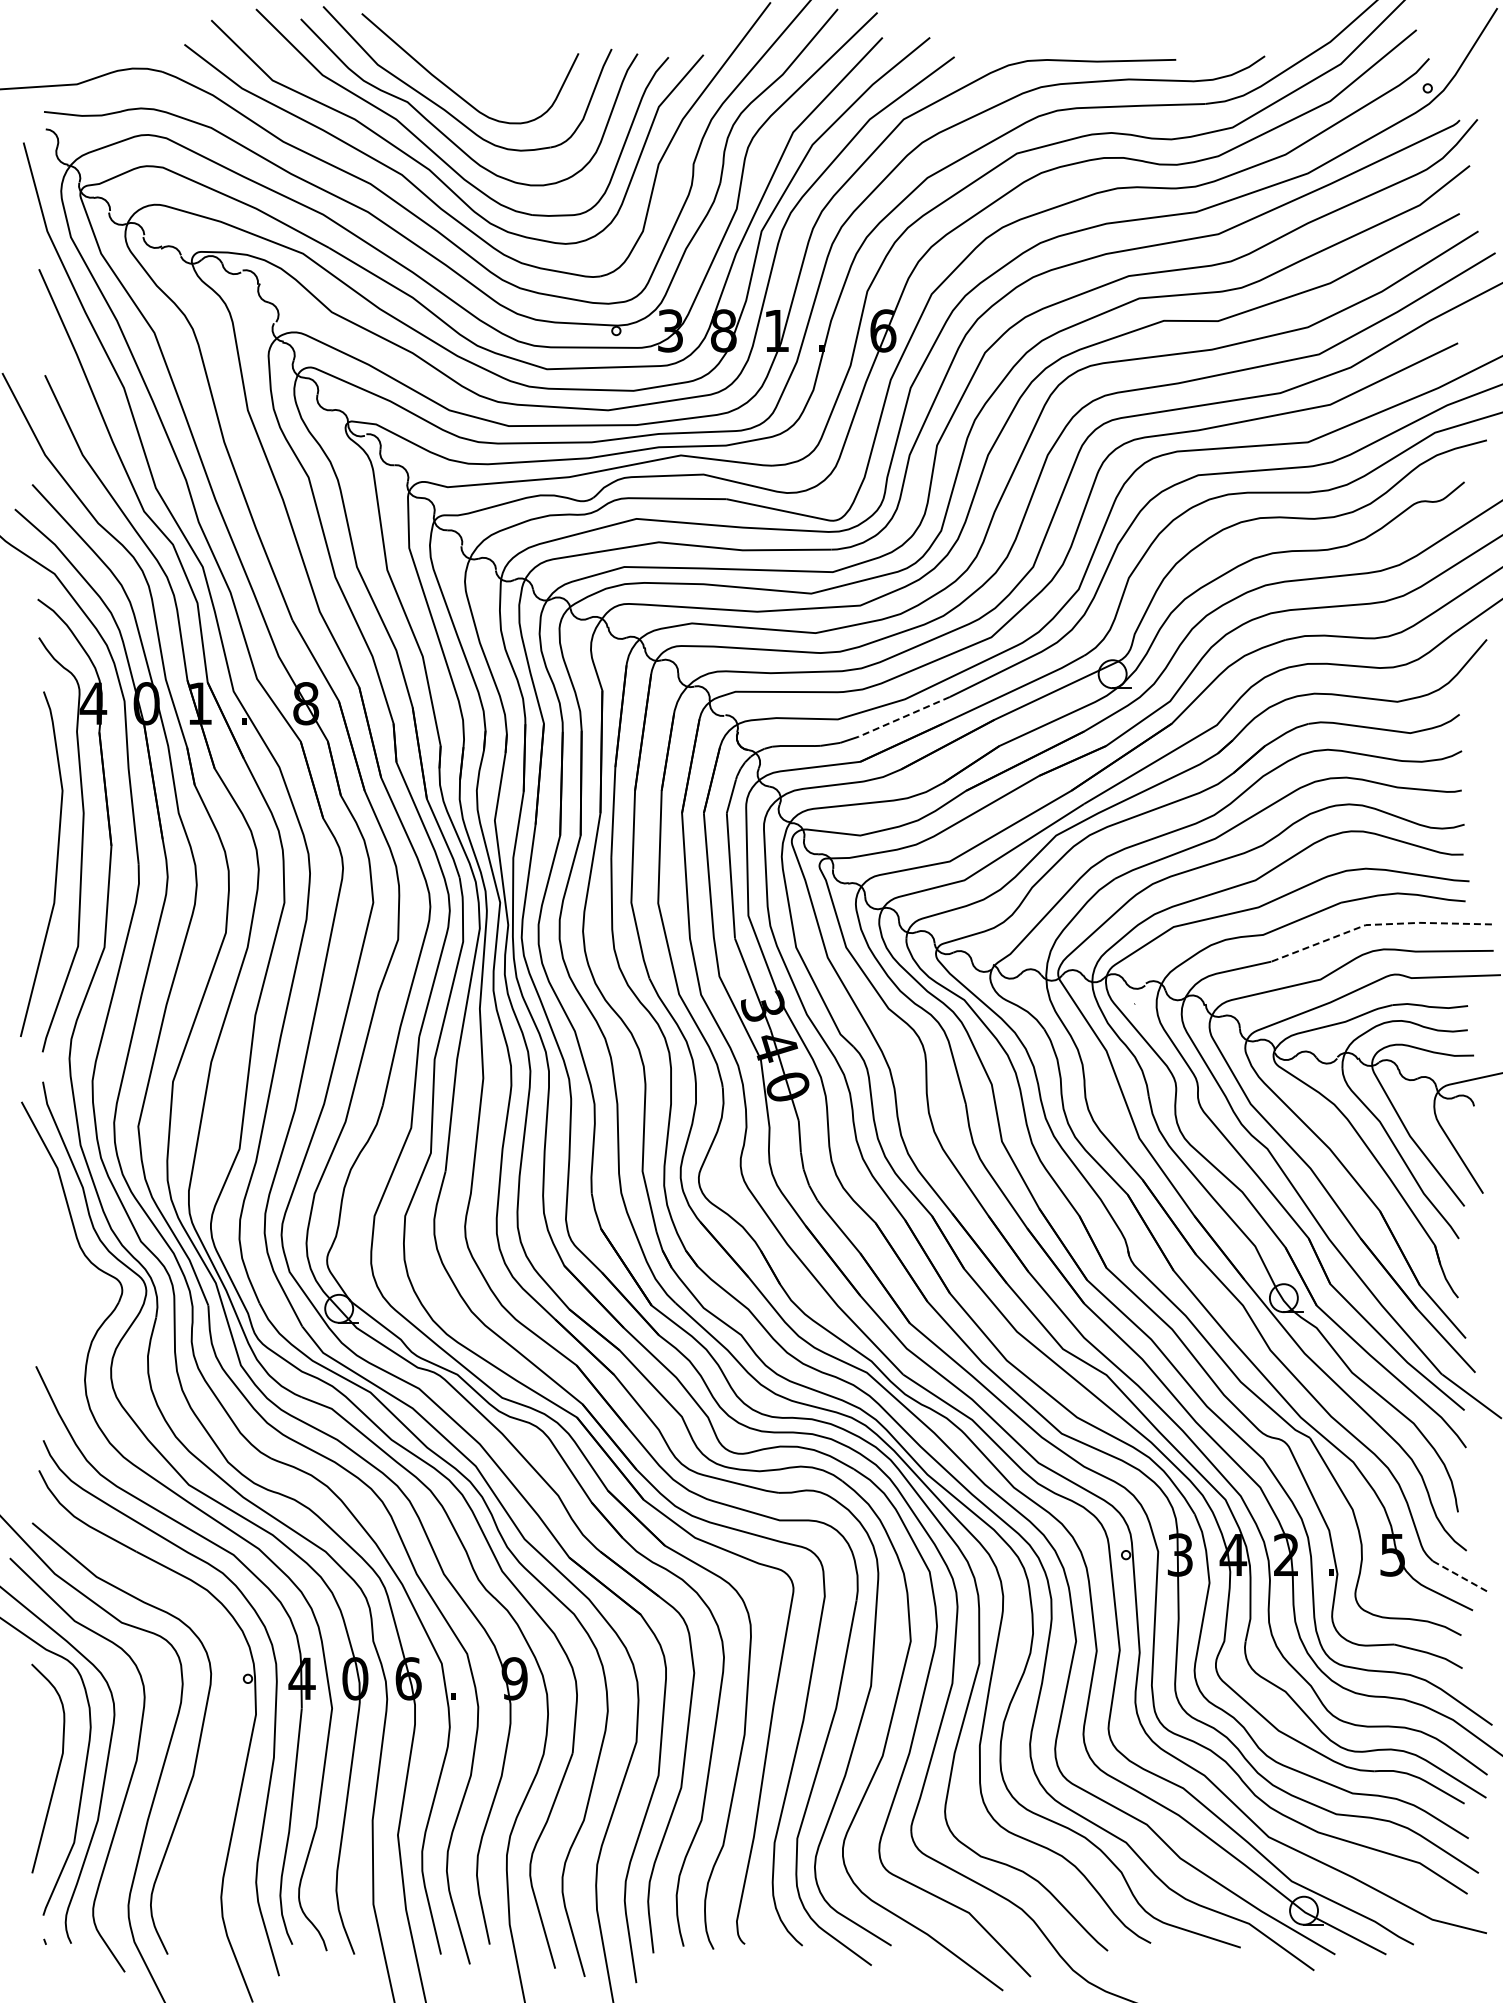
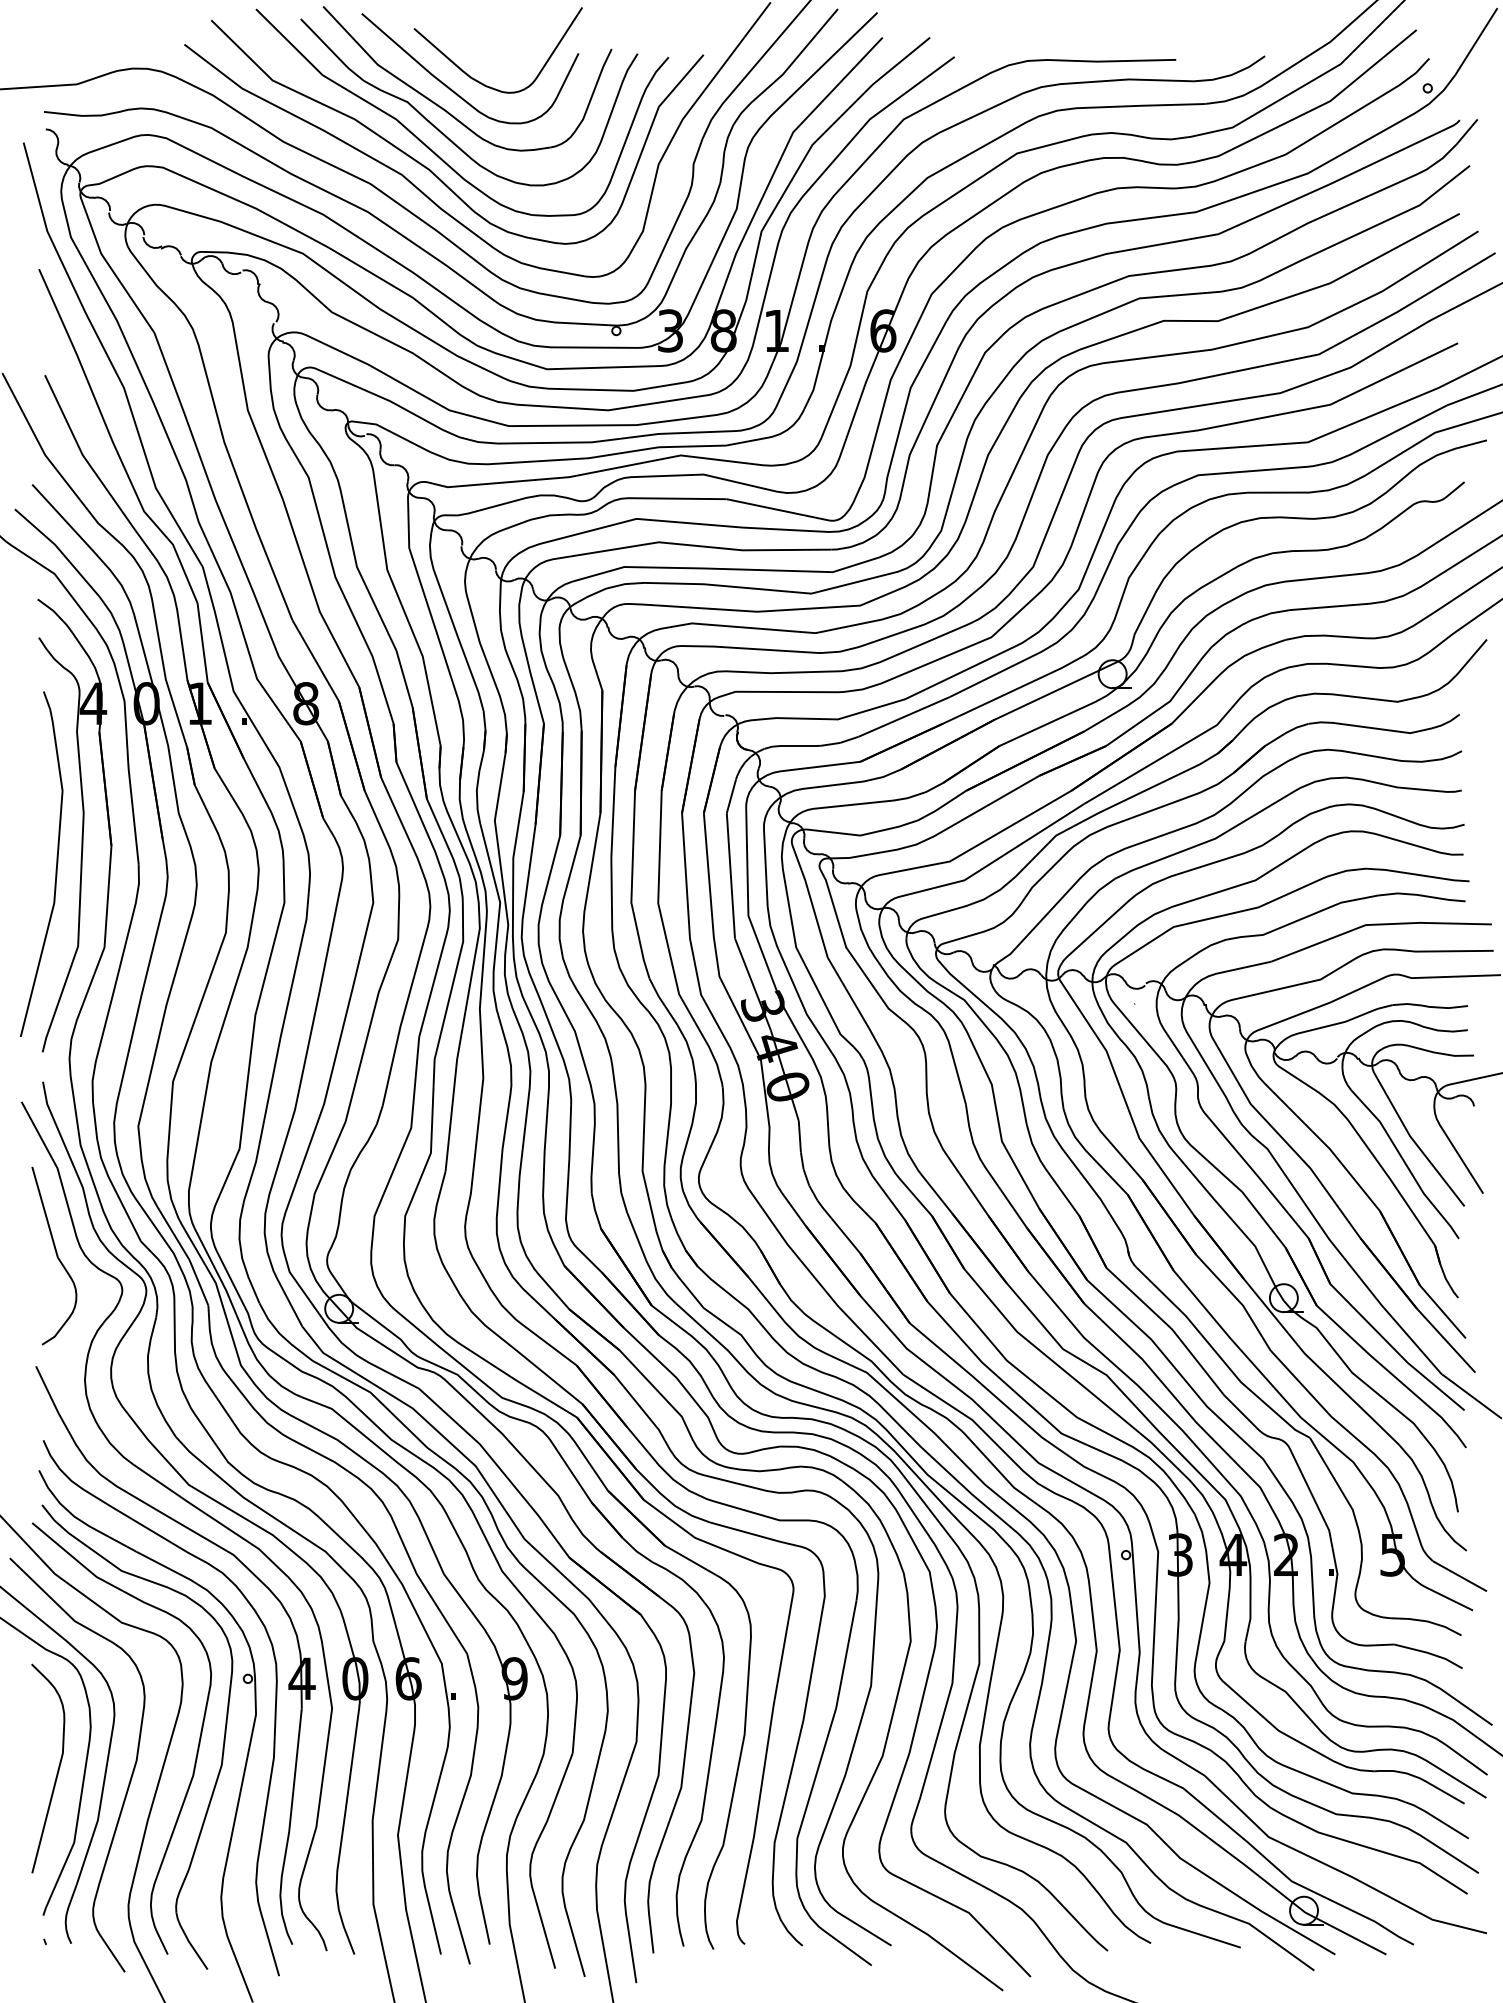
curve at (478, 80): none -> present
line at (904, 716): dashed -> solid
line at (1378, 924): dashed -> solid
curve at (56, 1255): none -> present
line at (1460, 1576): dashed -> solid
part at (222, 1747): none -> present
